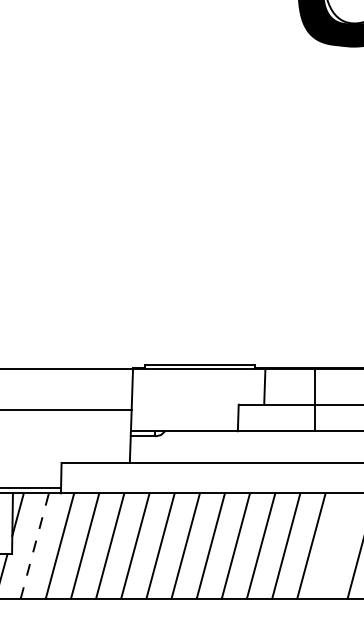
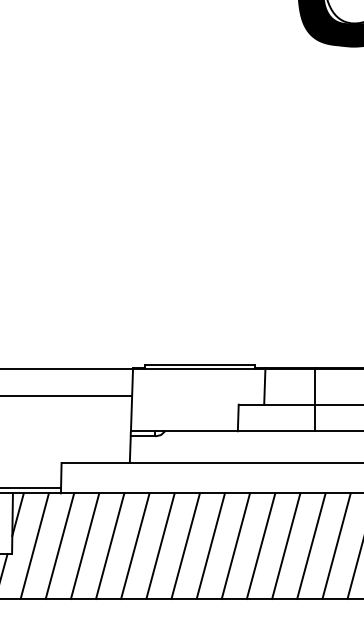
line at (67, 410) position: (67, 410) -> (67, 396)
line at (336, 545): none -> present
line at (34, 546): dashed -> solid
